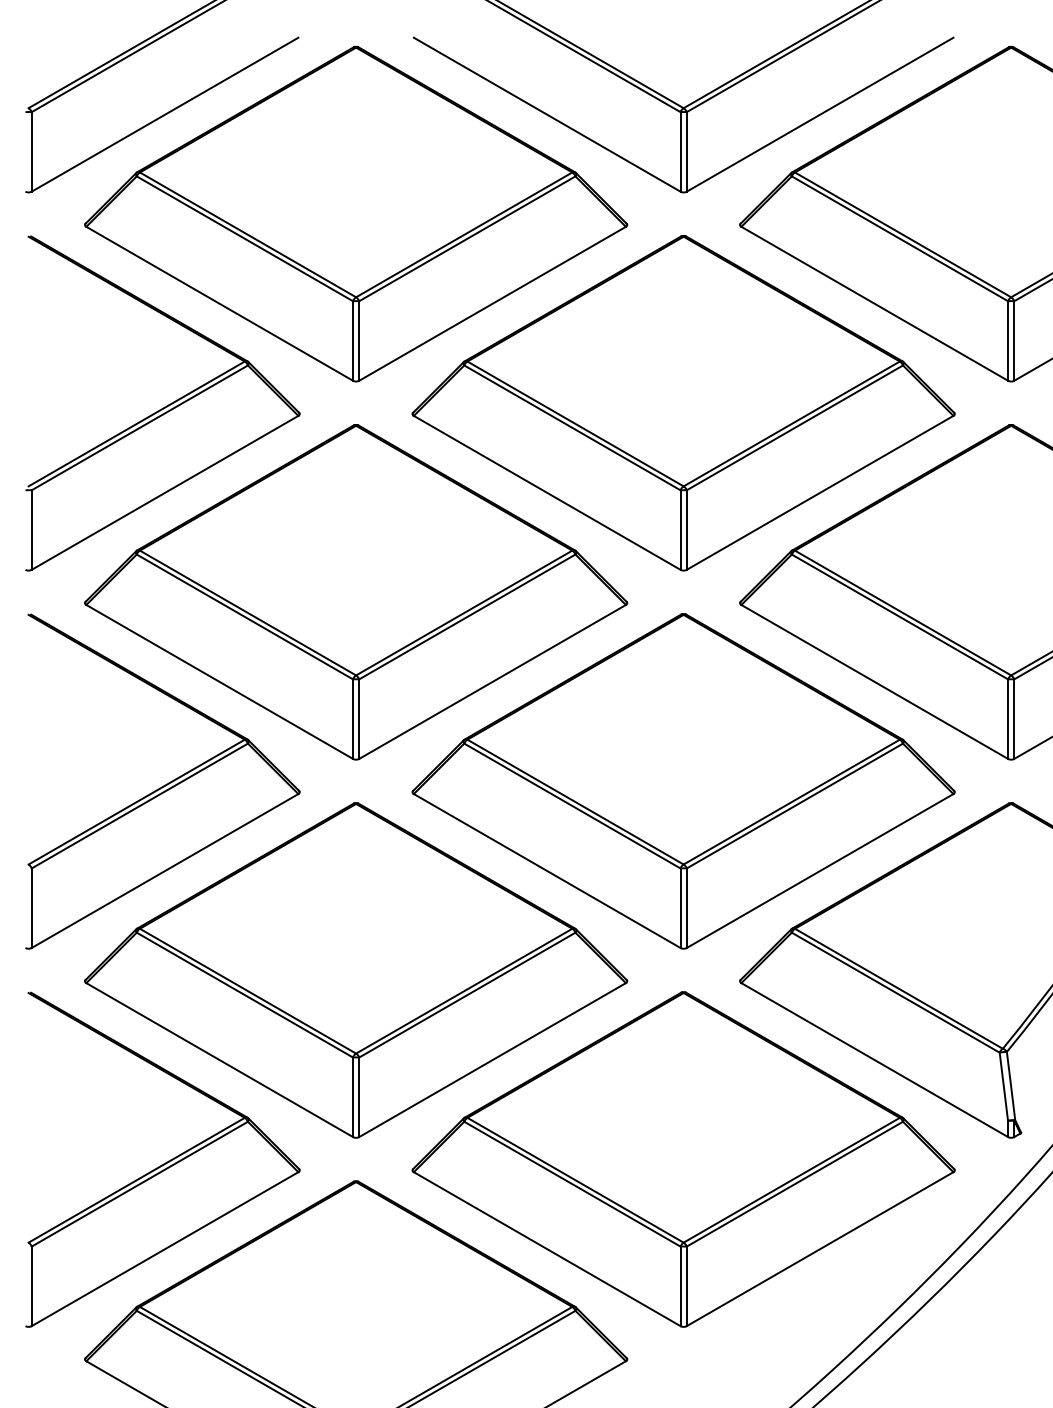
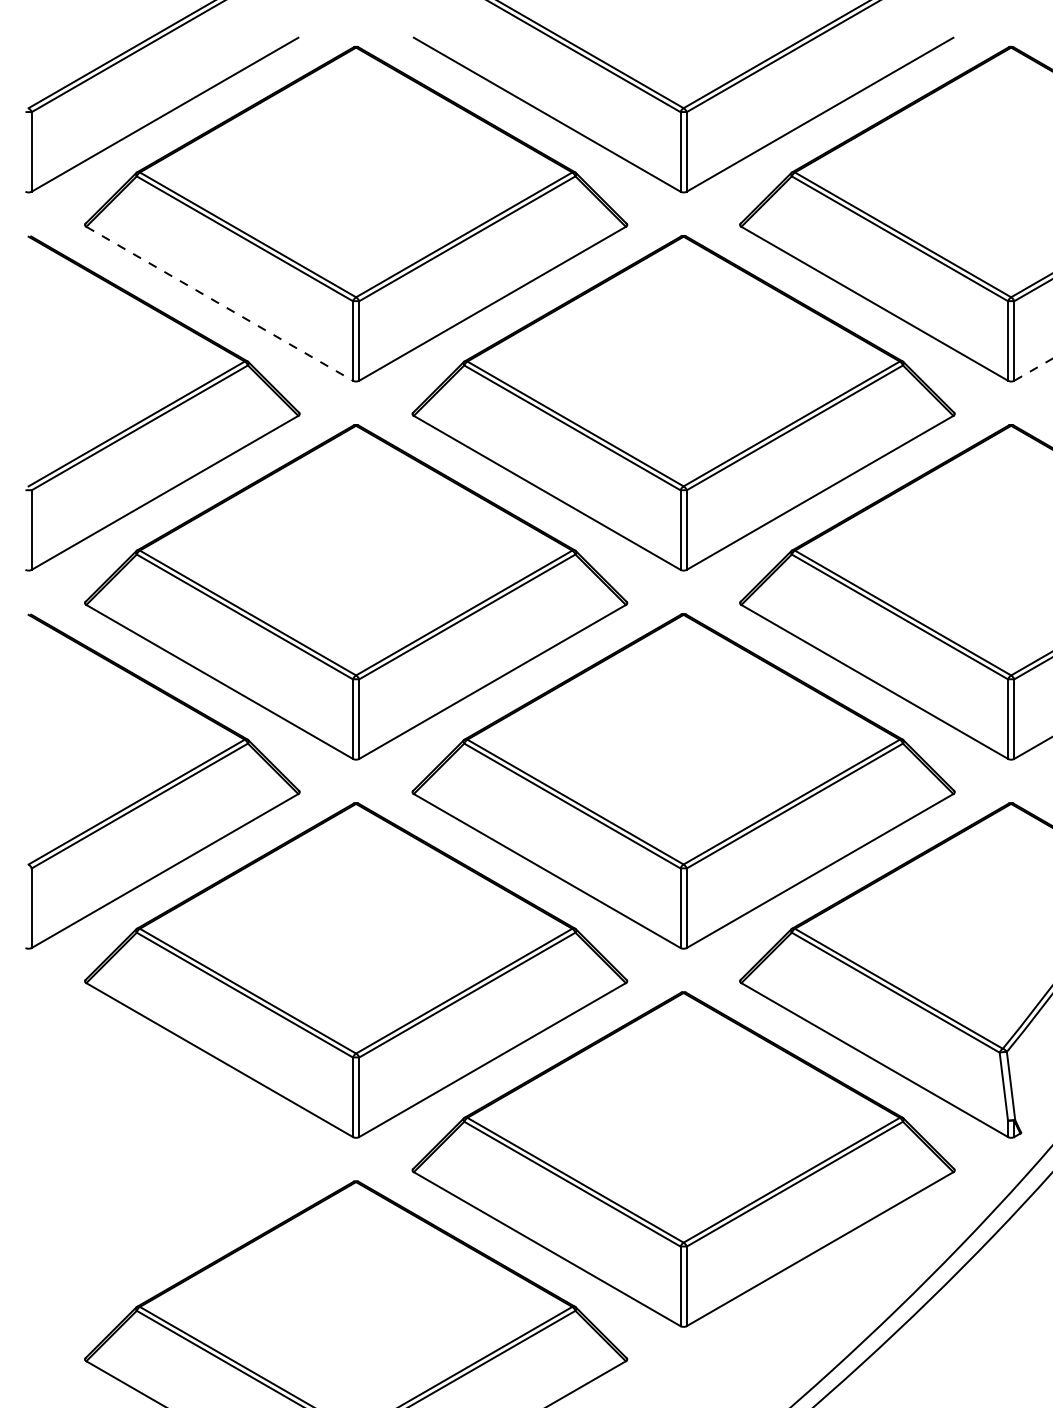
line at (219, 303): solid -> dashed
line at (1033, 369): solid -> dashed
part at (162, 1159): present -> none
